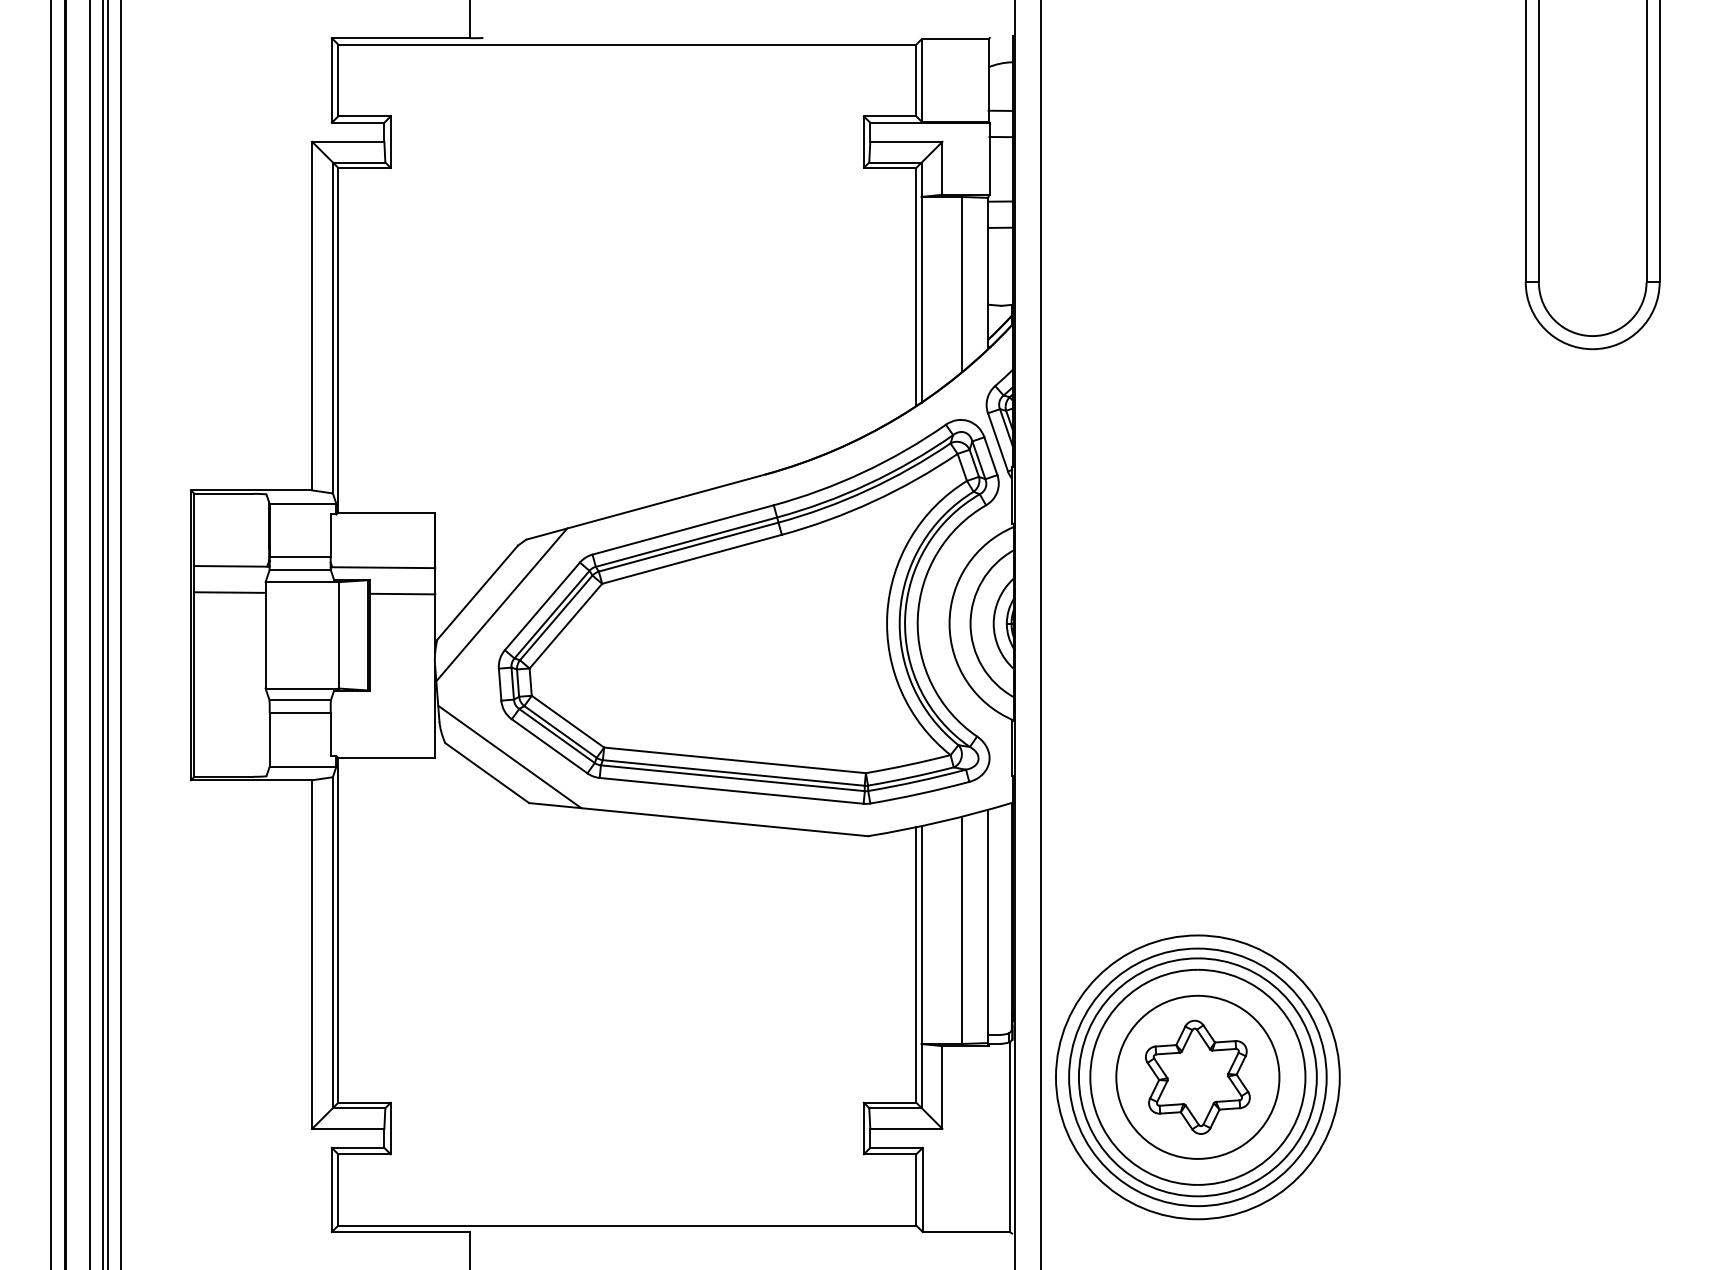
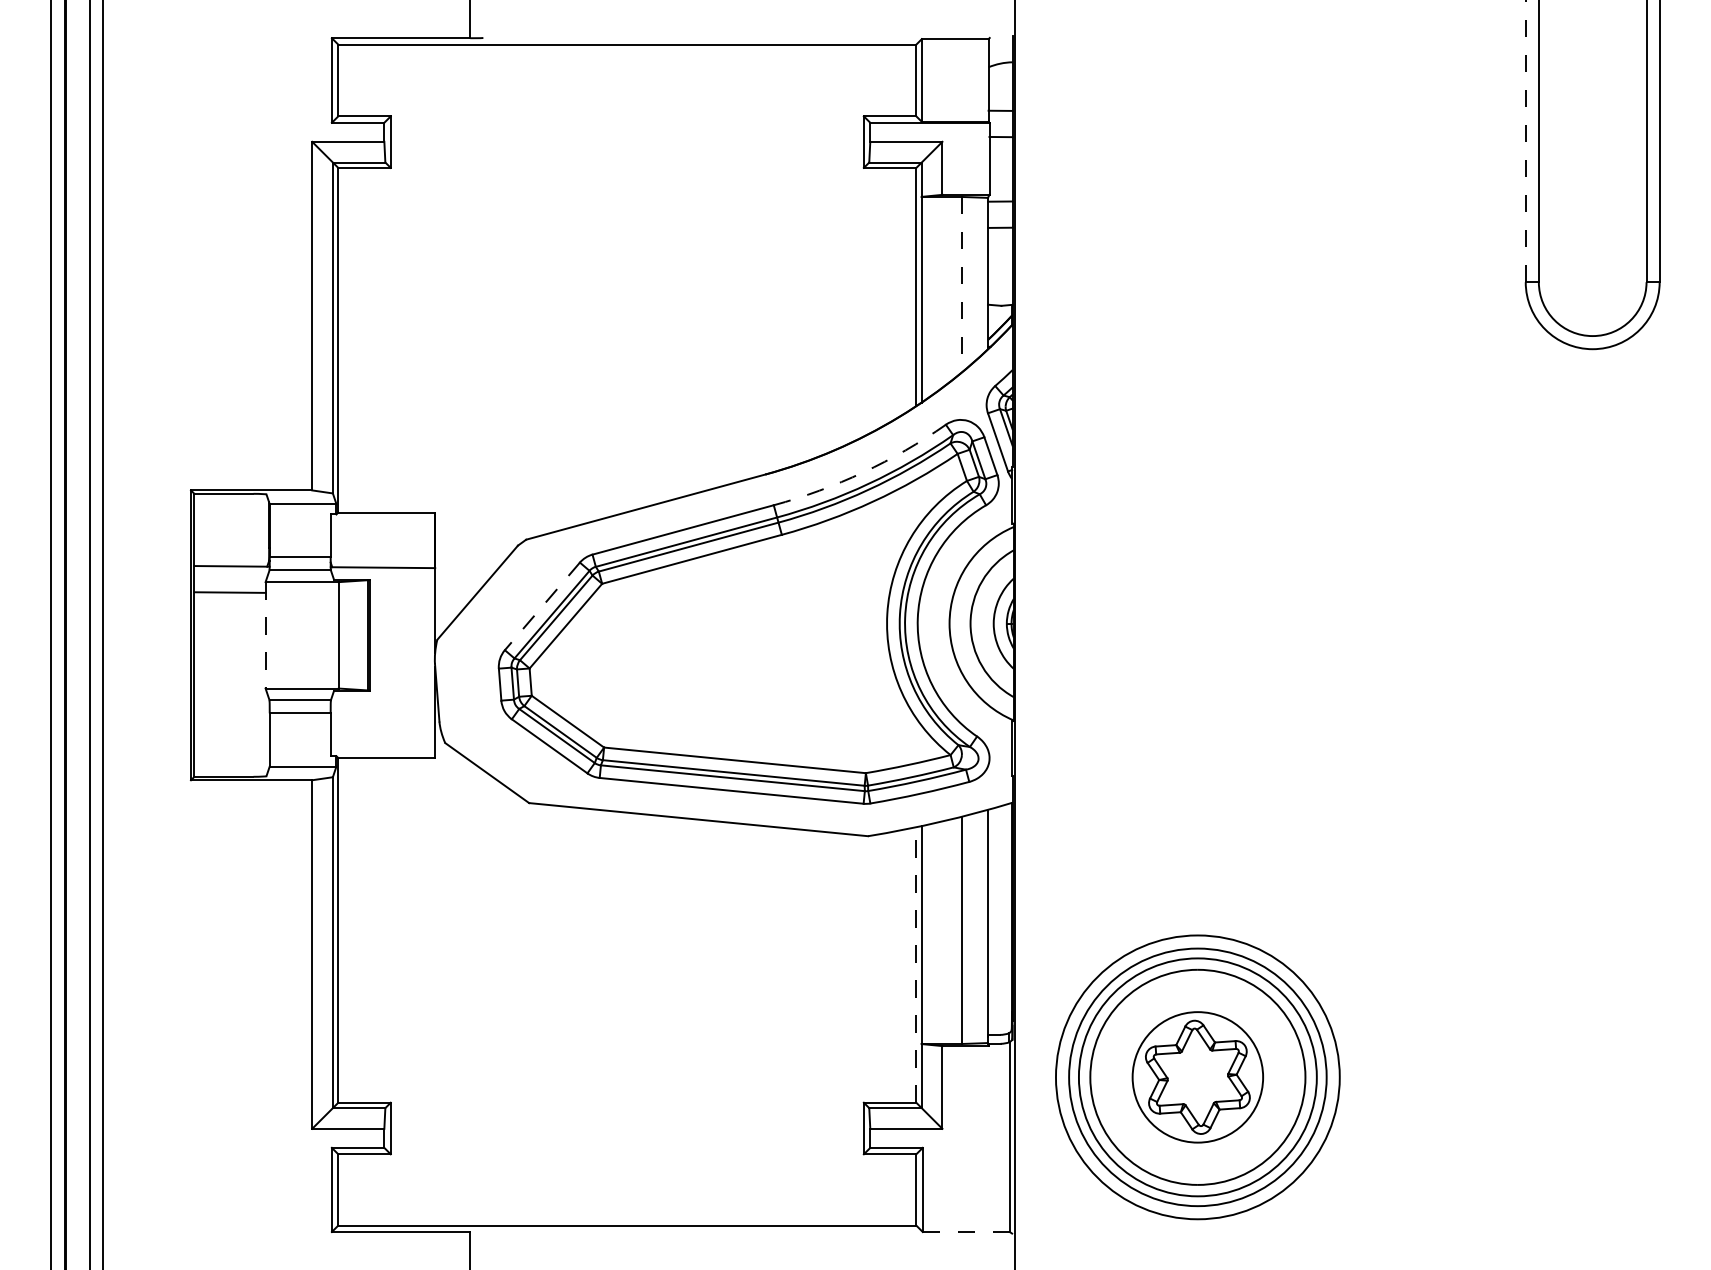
line at (1525, 141): solid -> dashed
line at (962, 284): solid -> dashed
arc at (863, 472): solid -> dashed
line at (402, 593): present -> none
line at (501, 604): present -> none
line at (542, 606): solid -> dashed
line at (108, 634): present -> none
line at (121, 634): present -> none
line at (1041, 634): present -> none
line at (265, 635): solid -> dashed
line at (509, 756): present -> none
line at (916, 964): solid -> dashed
circle at (1197, 1076) diameter: 163 px -> 131 px
line at (966, 1231): solid -> dashed
